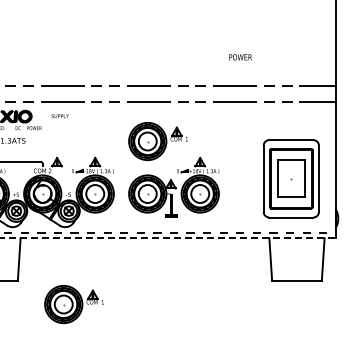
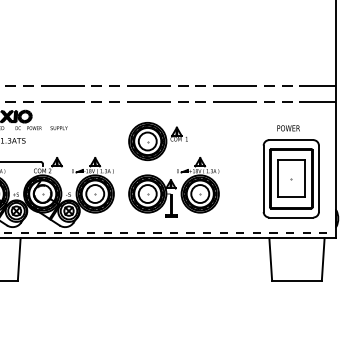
text at (240, 57) position: (240, 57) -> (288, 128)
text at (59, 116) position: (59, 116) -> (58, 128)
line at (167, 238): dashed -> solid
part at (73, 304): present -> none
